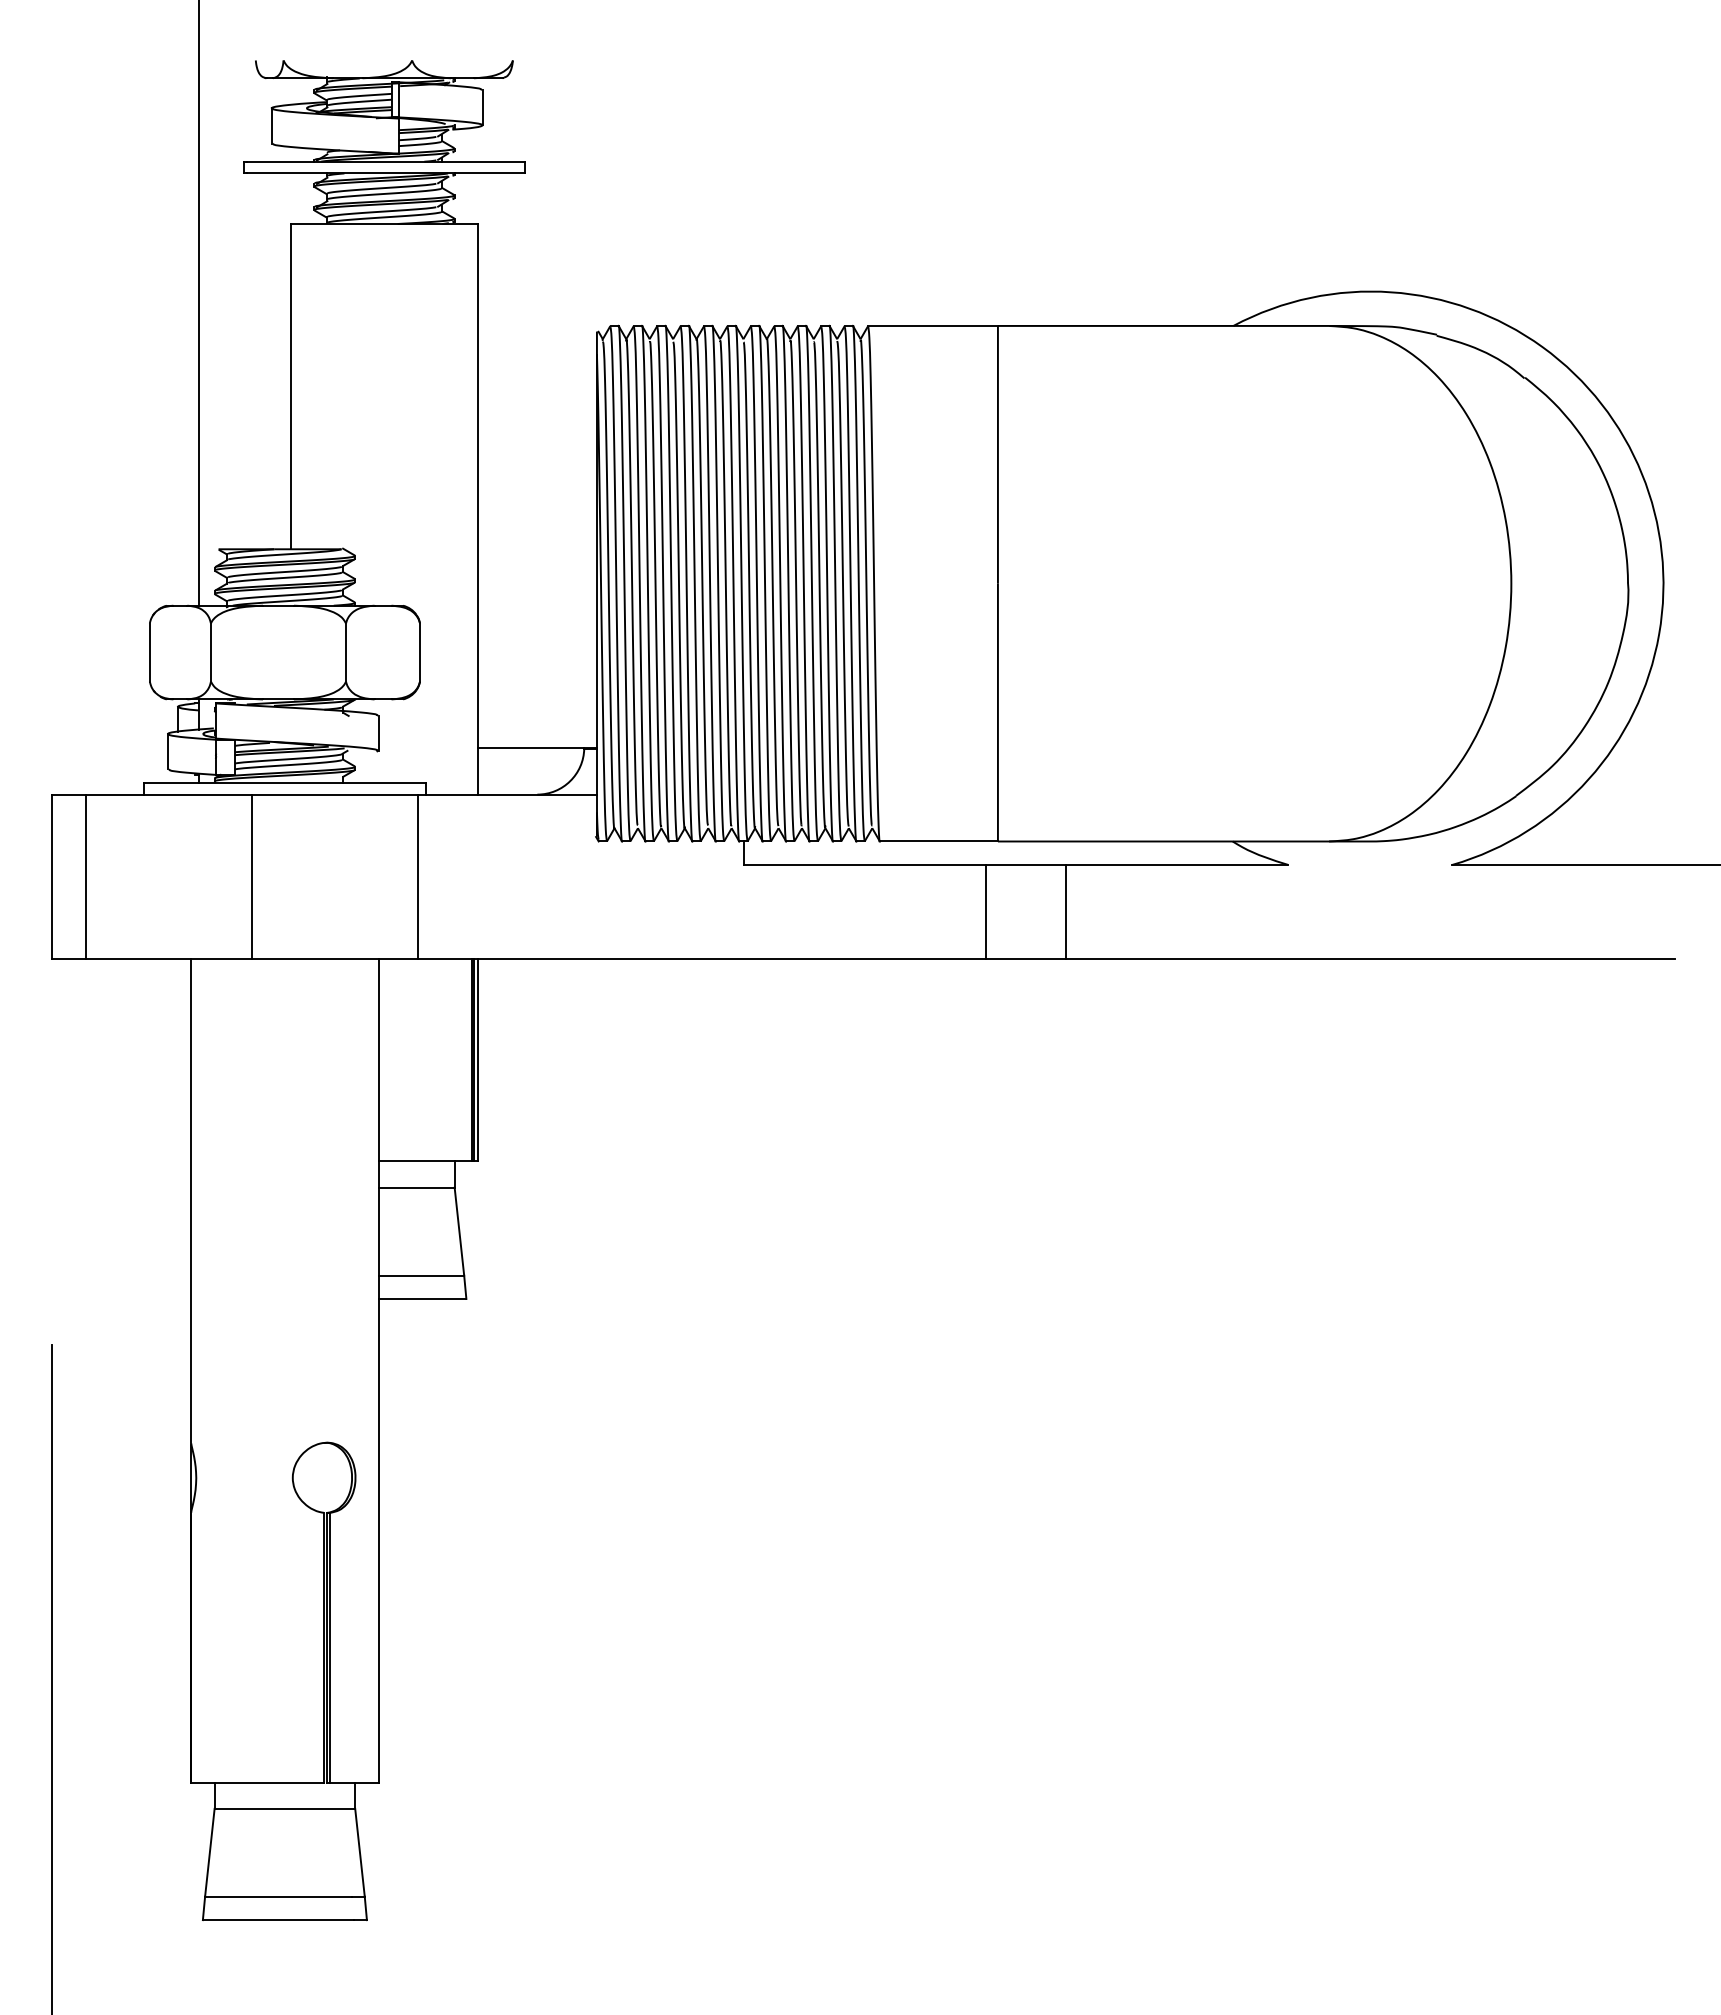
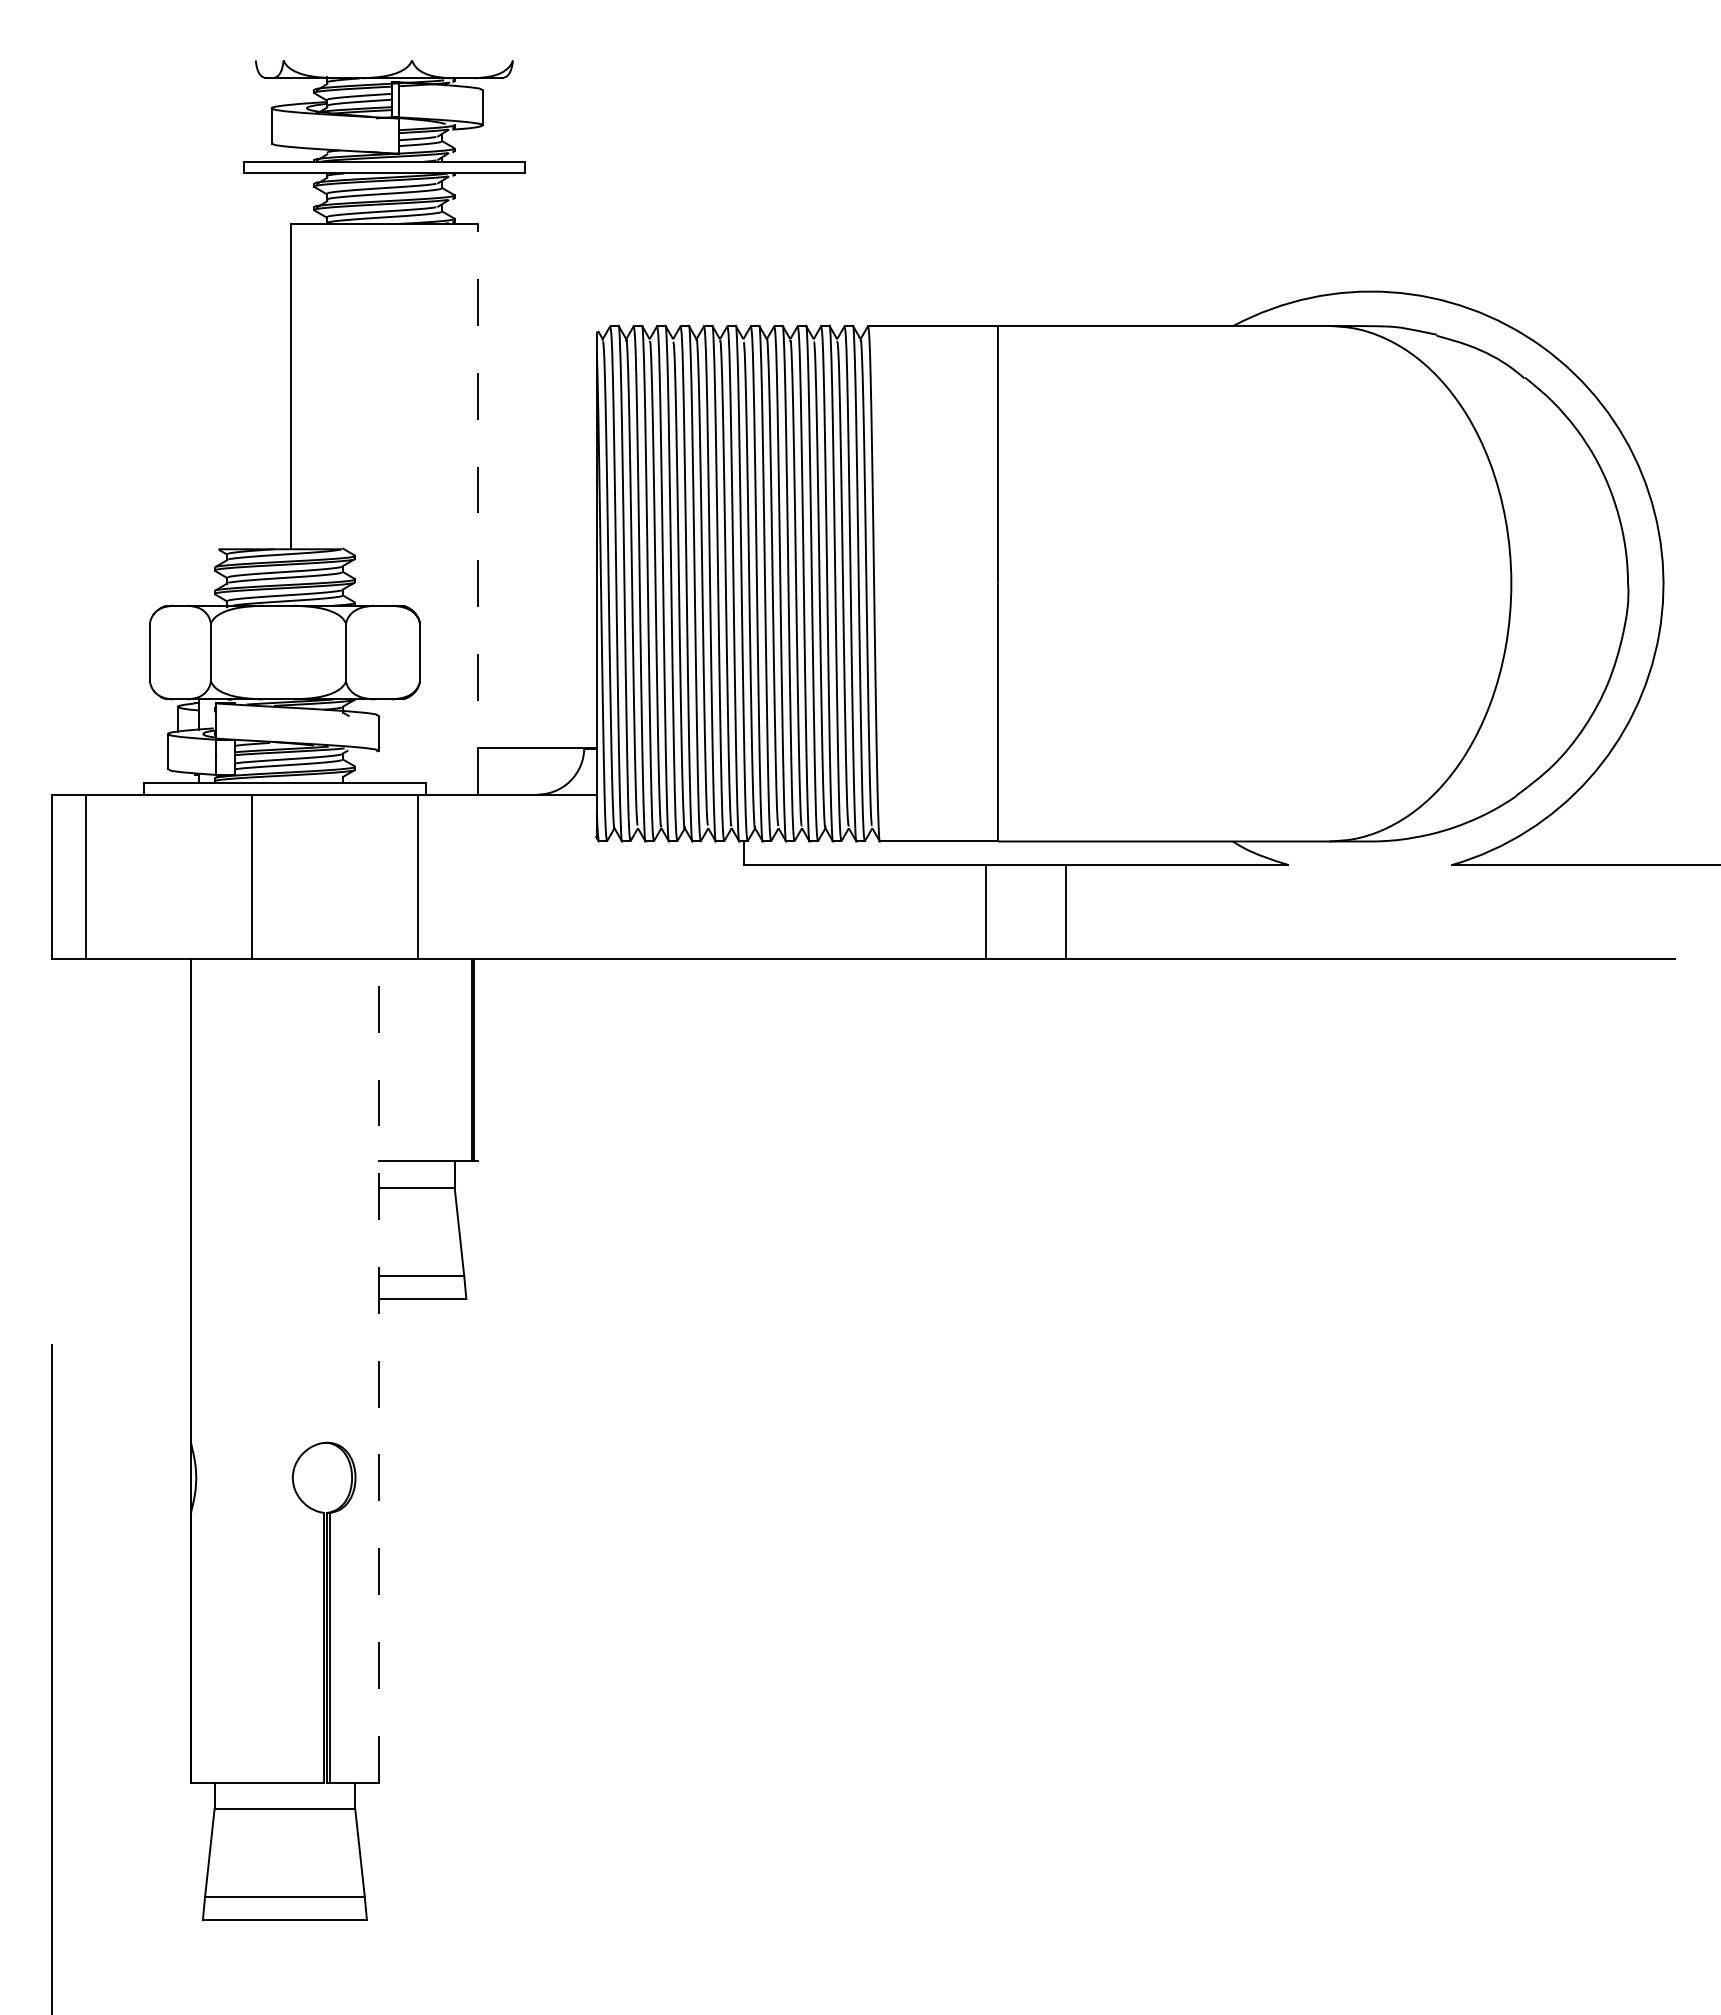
line at (198, 303): present -> none
line at (478, 508): solid -> dashed
line at (478, 1059): present -> none
line at (378, 1370): solid -> dashed
